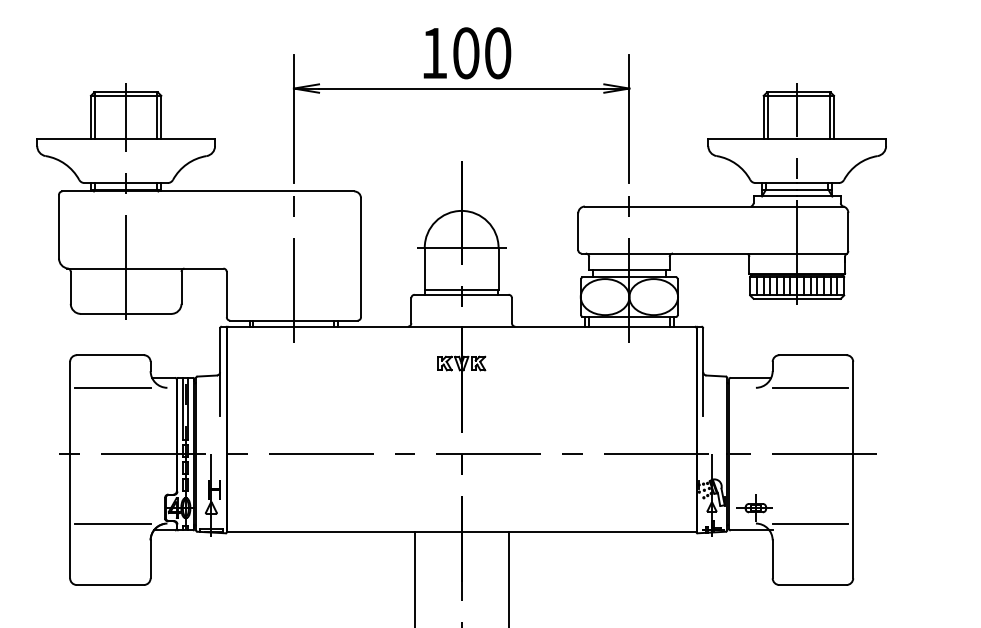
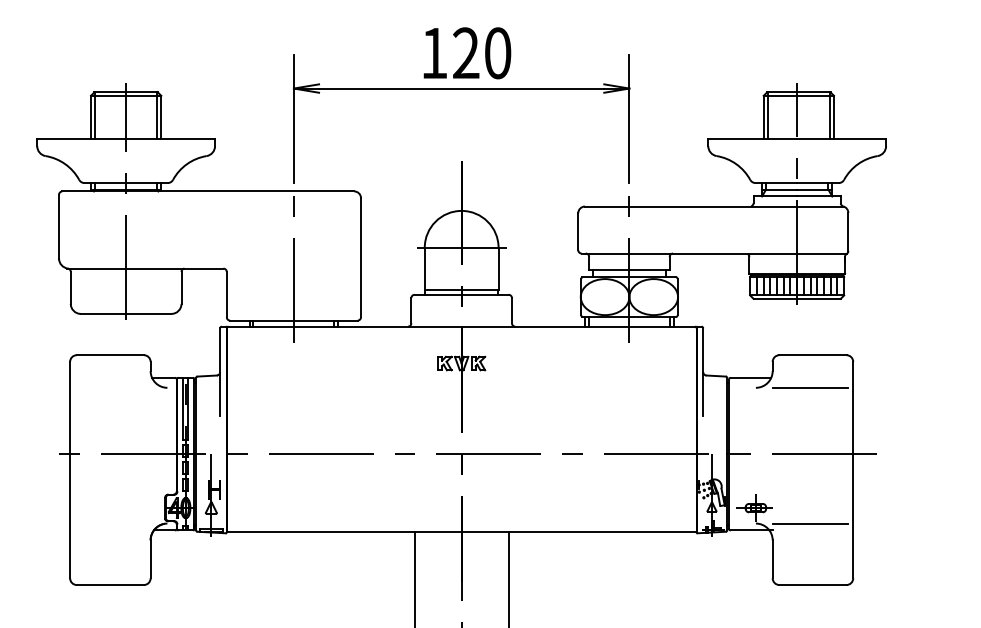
text at (466, 53): 100 -> 120
line at (112, 387): present -> none
line at (112, 523): present -> none
